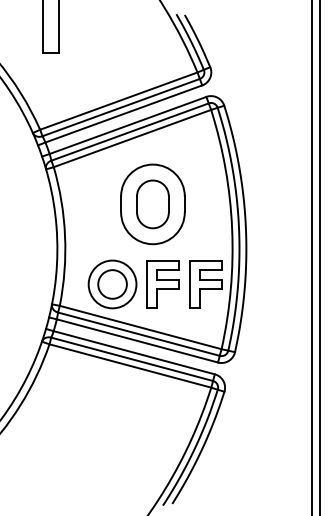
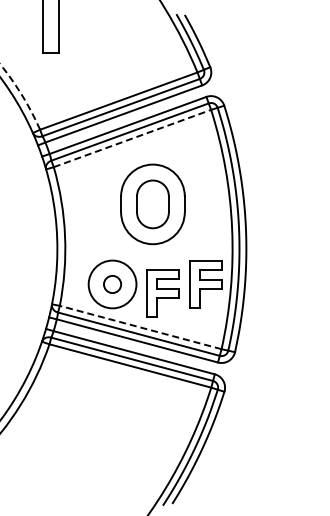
arc at (22, 95): solid -> dashed
line at (132, 138): solid -> dashed
line at (312, 257): present -> none
line at (320, 257): present -> none
circle at (112, 284) diameter: 29 px -> 17 px
part at (162, 284) position: (162, 284) -> (162, 293)
line at (140, 327): solid -> dashed
